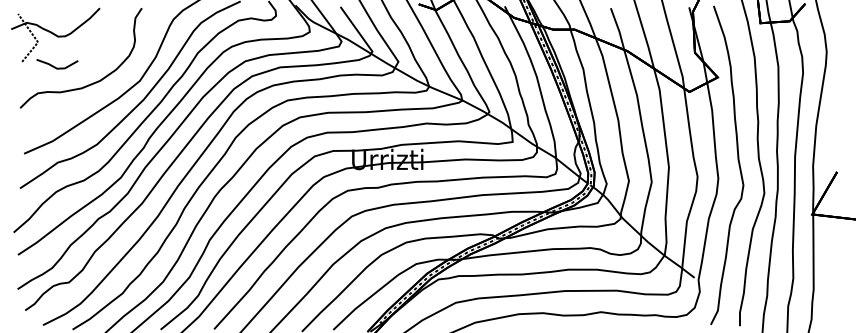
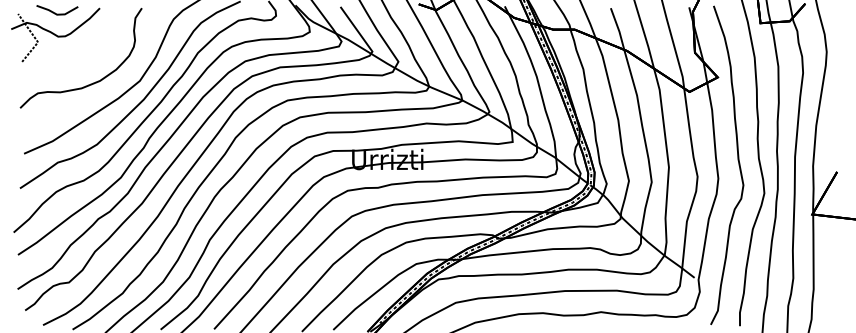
line at (55, 66) position: (55, 66) -> (55, 12)
